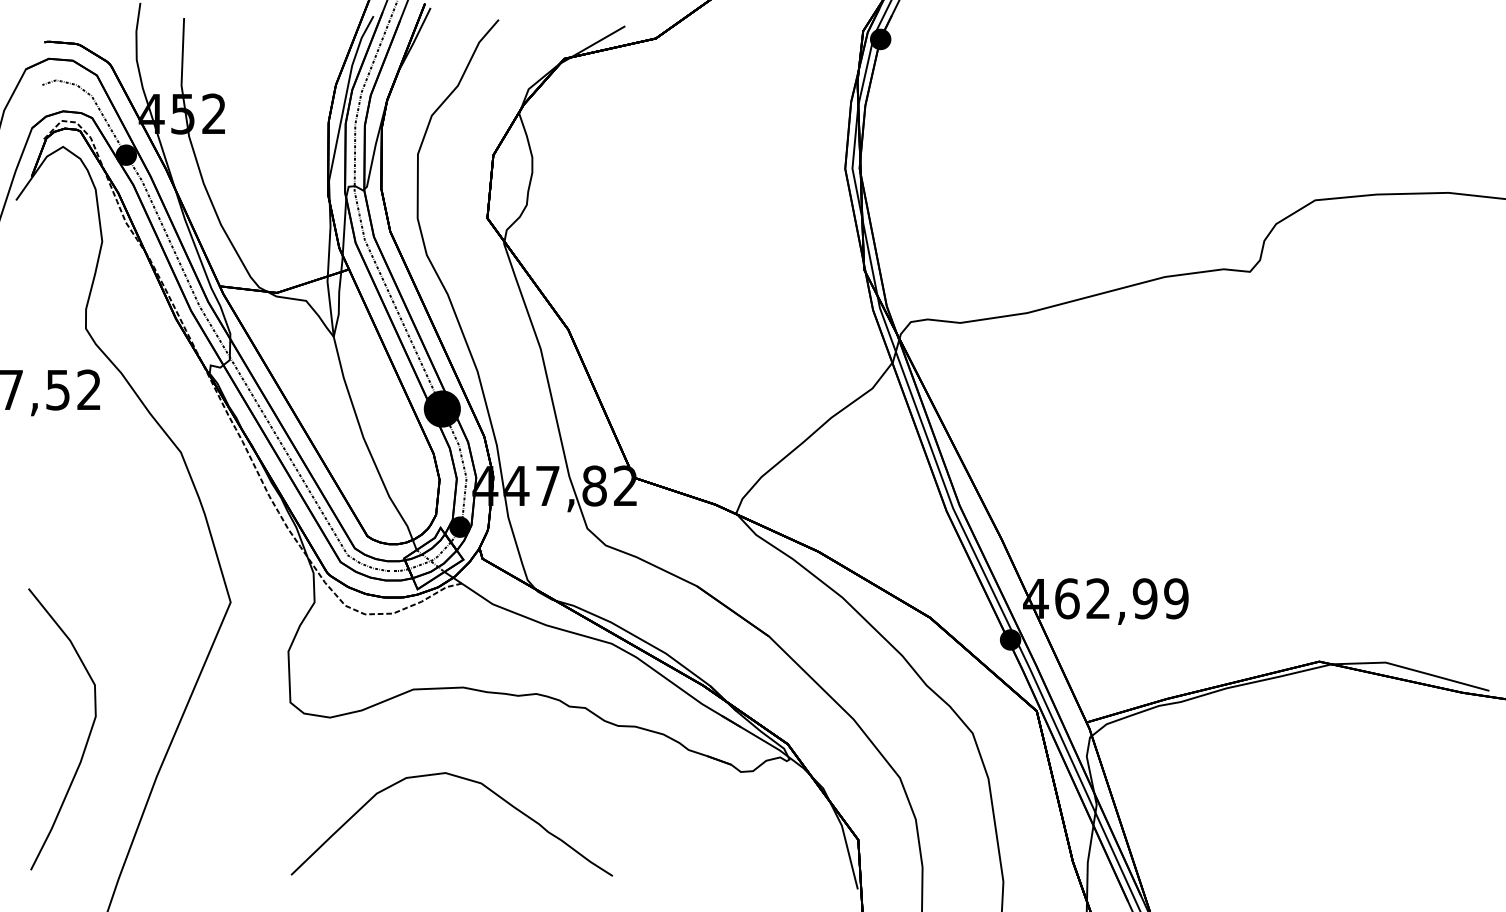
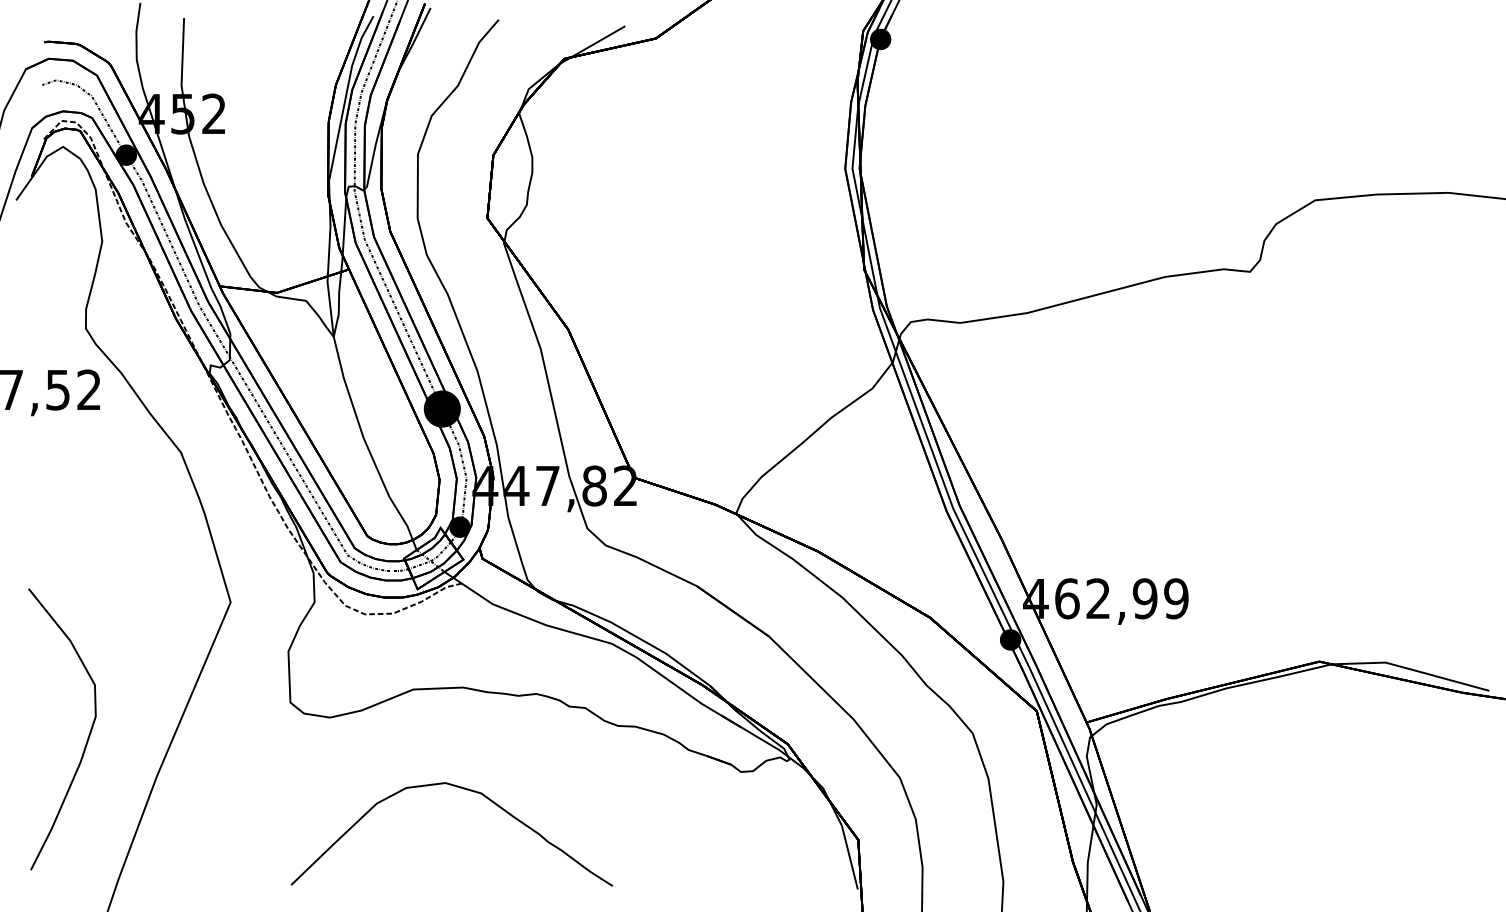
curve at (463, 779) position: (463, 779) -> (463, 789)
